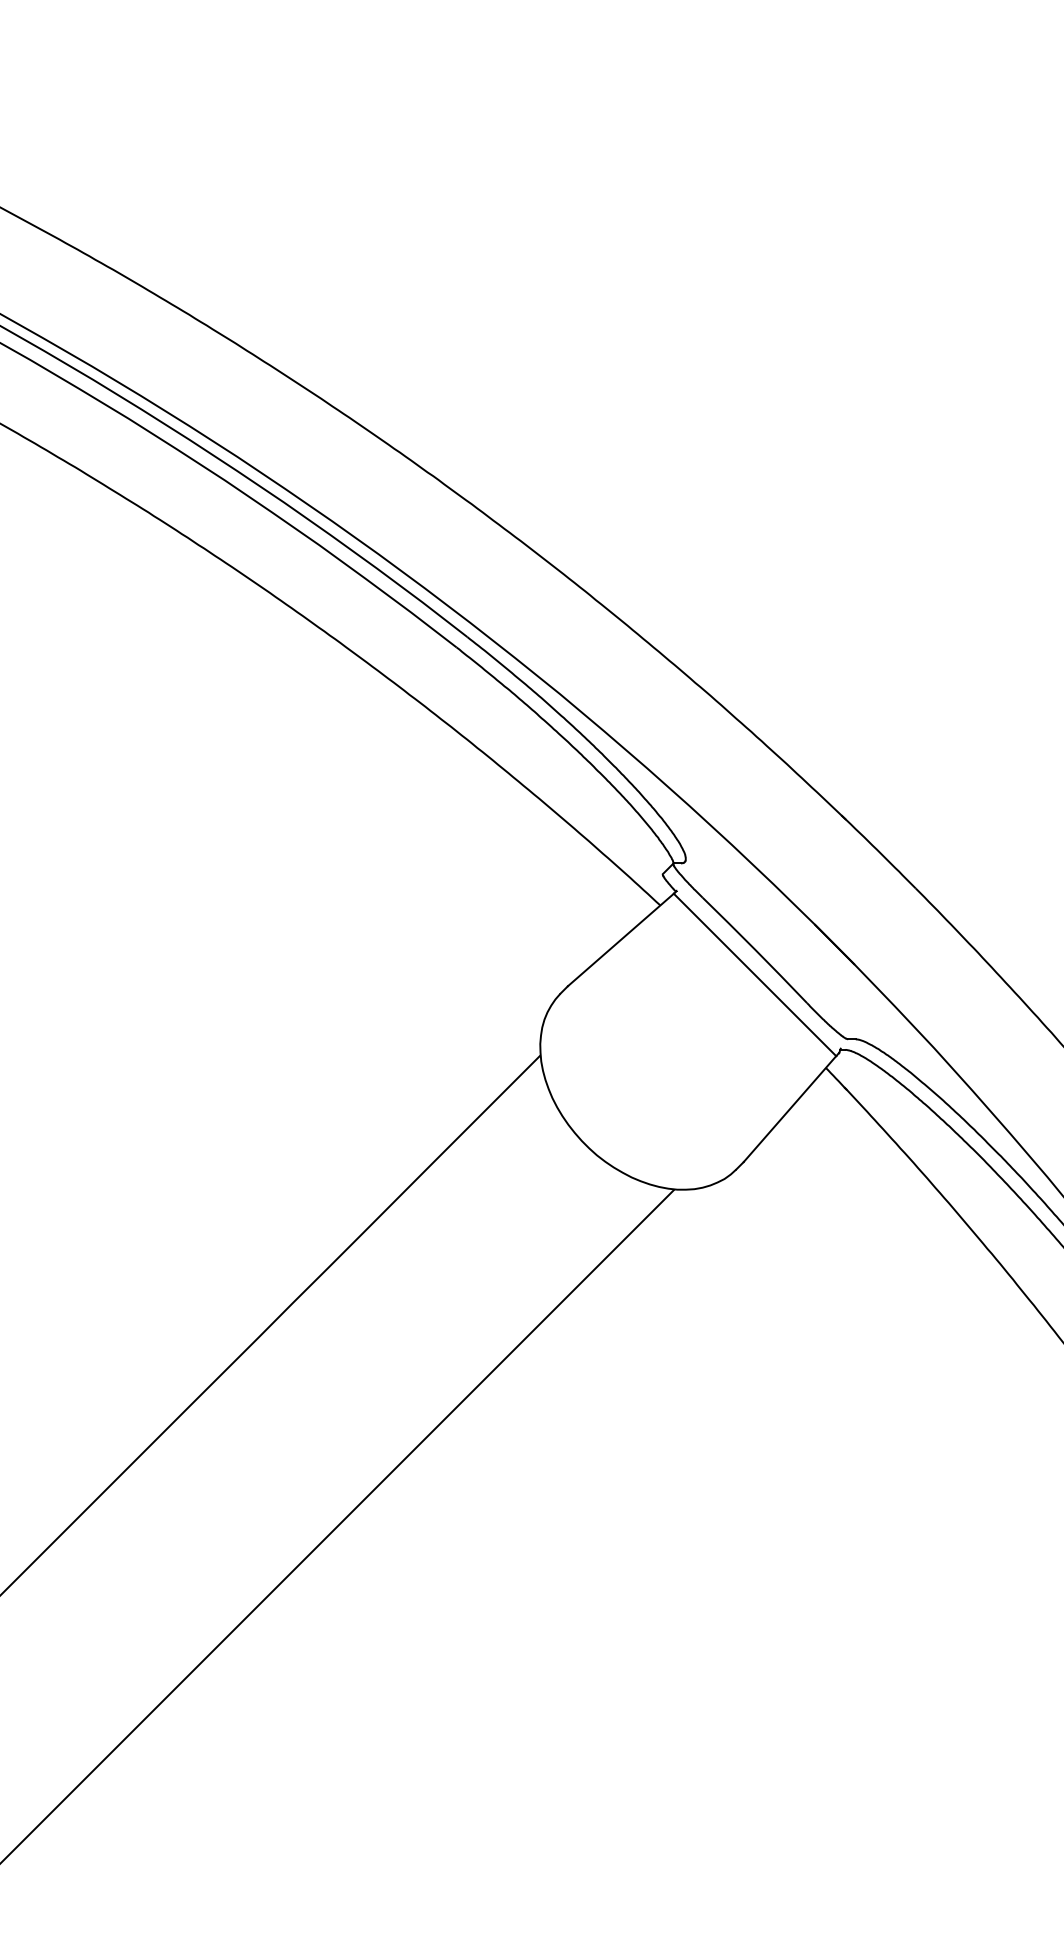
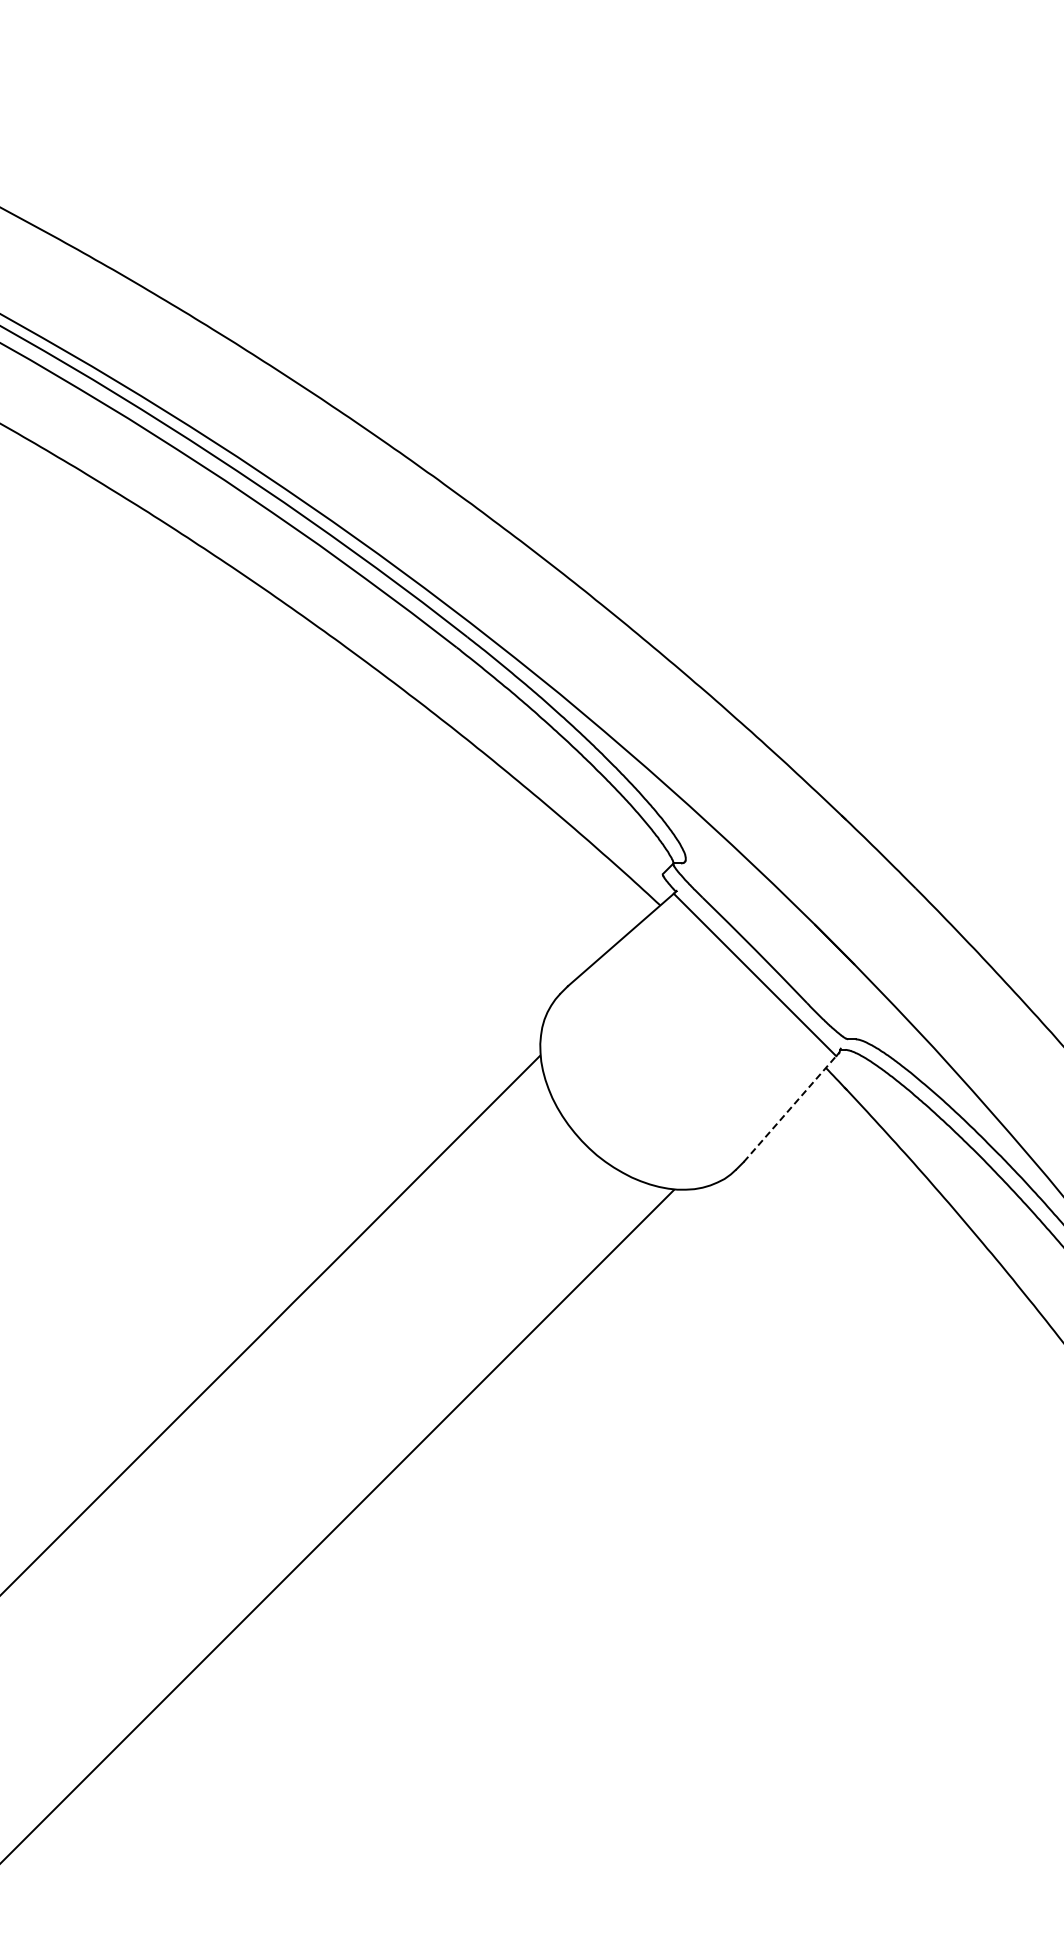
line at (790, 1108): solid -> dashed
